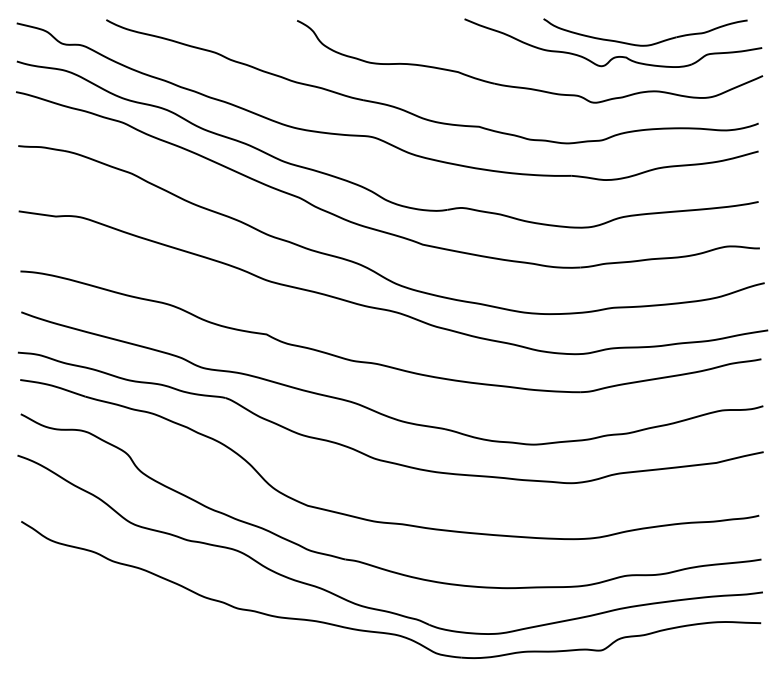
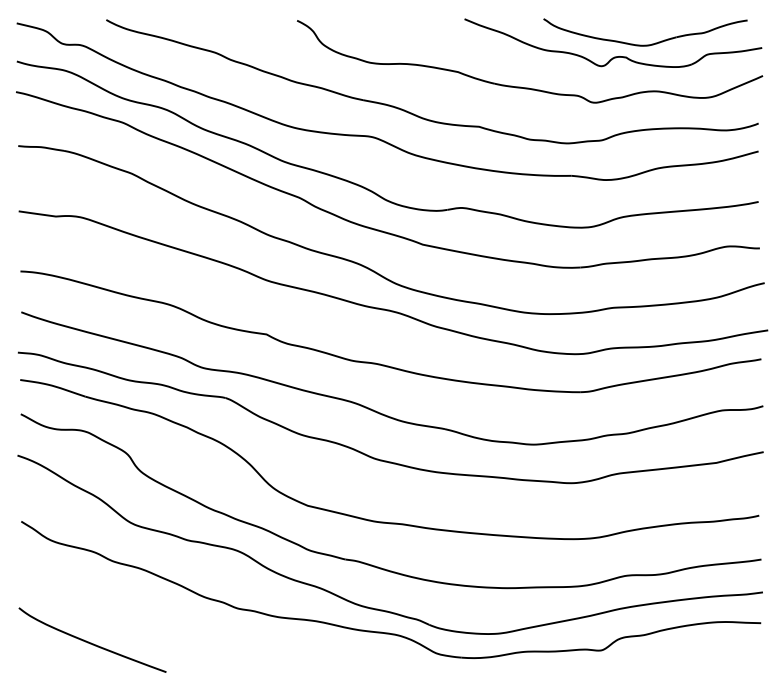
curve at (91, 642): none -> present
